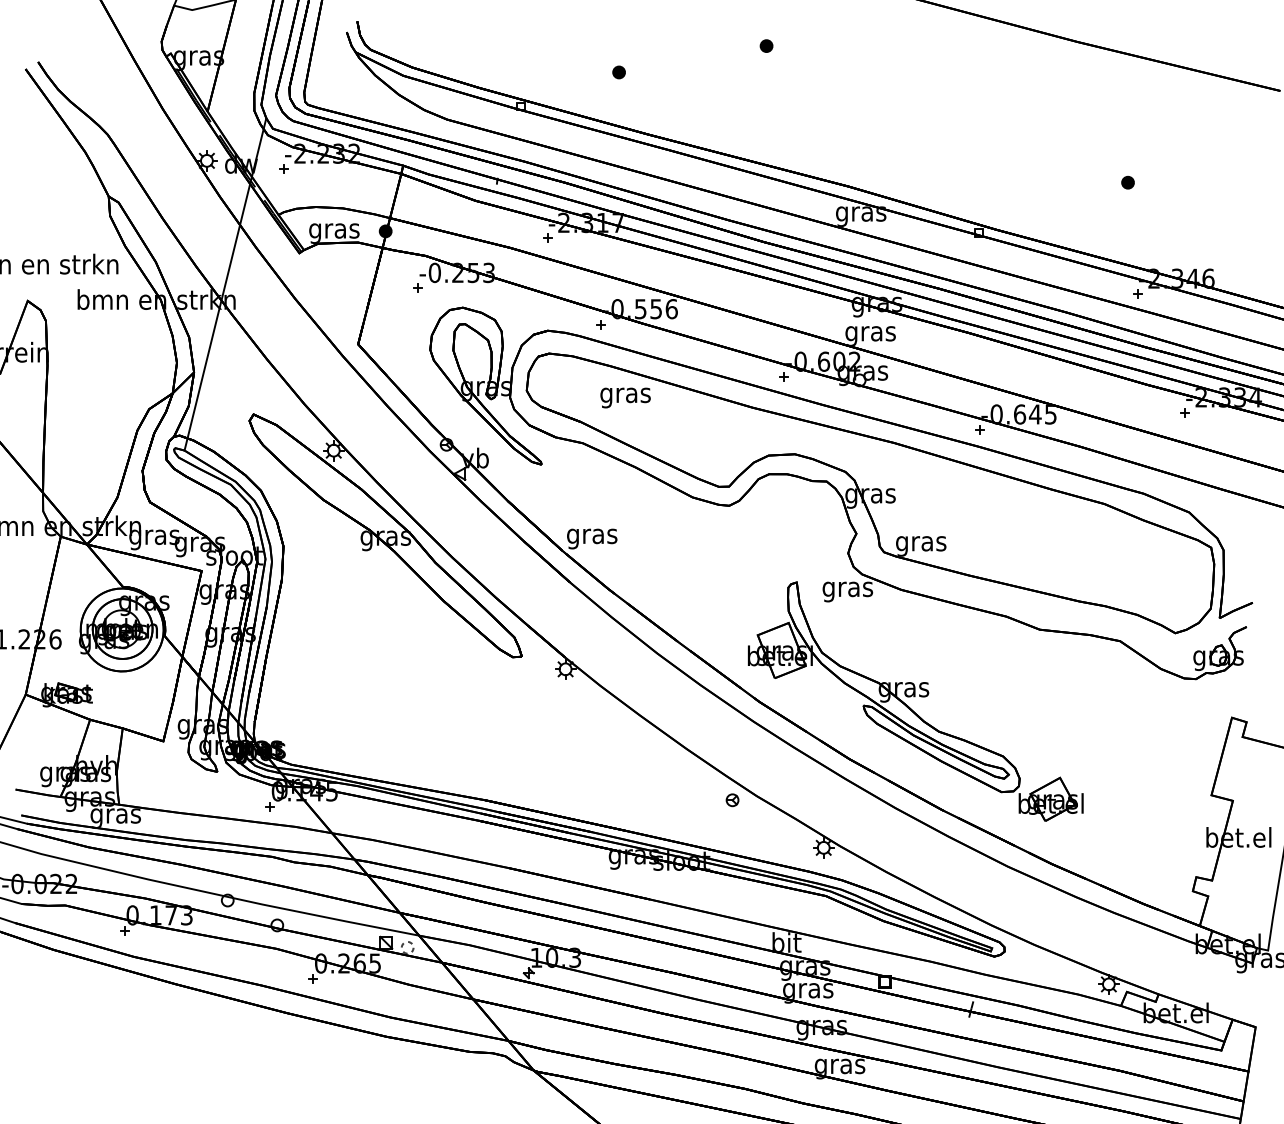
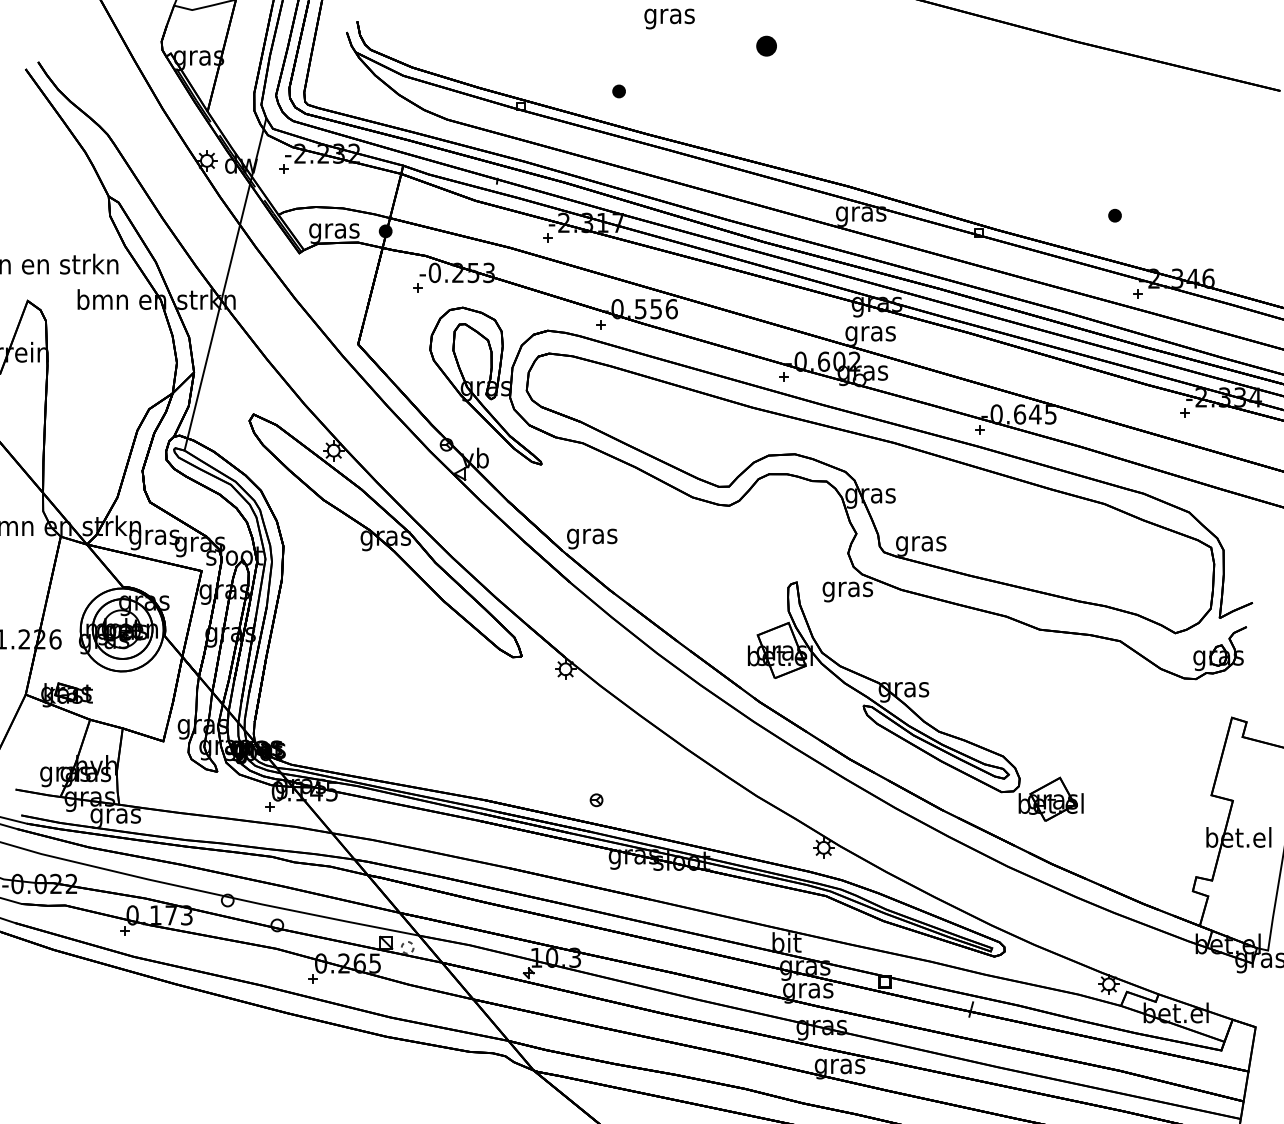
part at (766, 45) size: 15x14 px -> 21x22 px
part at (618, 72) position: (618, 72) -> (618, 91)
part at (1127, 182) position: (1127, 182) -> (1114, 215)
text at (625, 397) position: (625, 397) -> (669, 18)
part at (732, 800) position: (732, 800) -> (596, 800)
